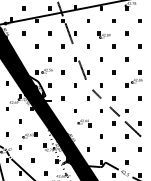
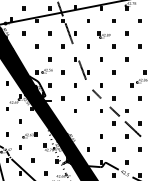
part at (133, 78) position: (133, 78) -> (138, 78)
part at (84, 123): present -> none
